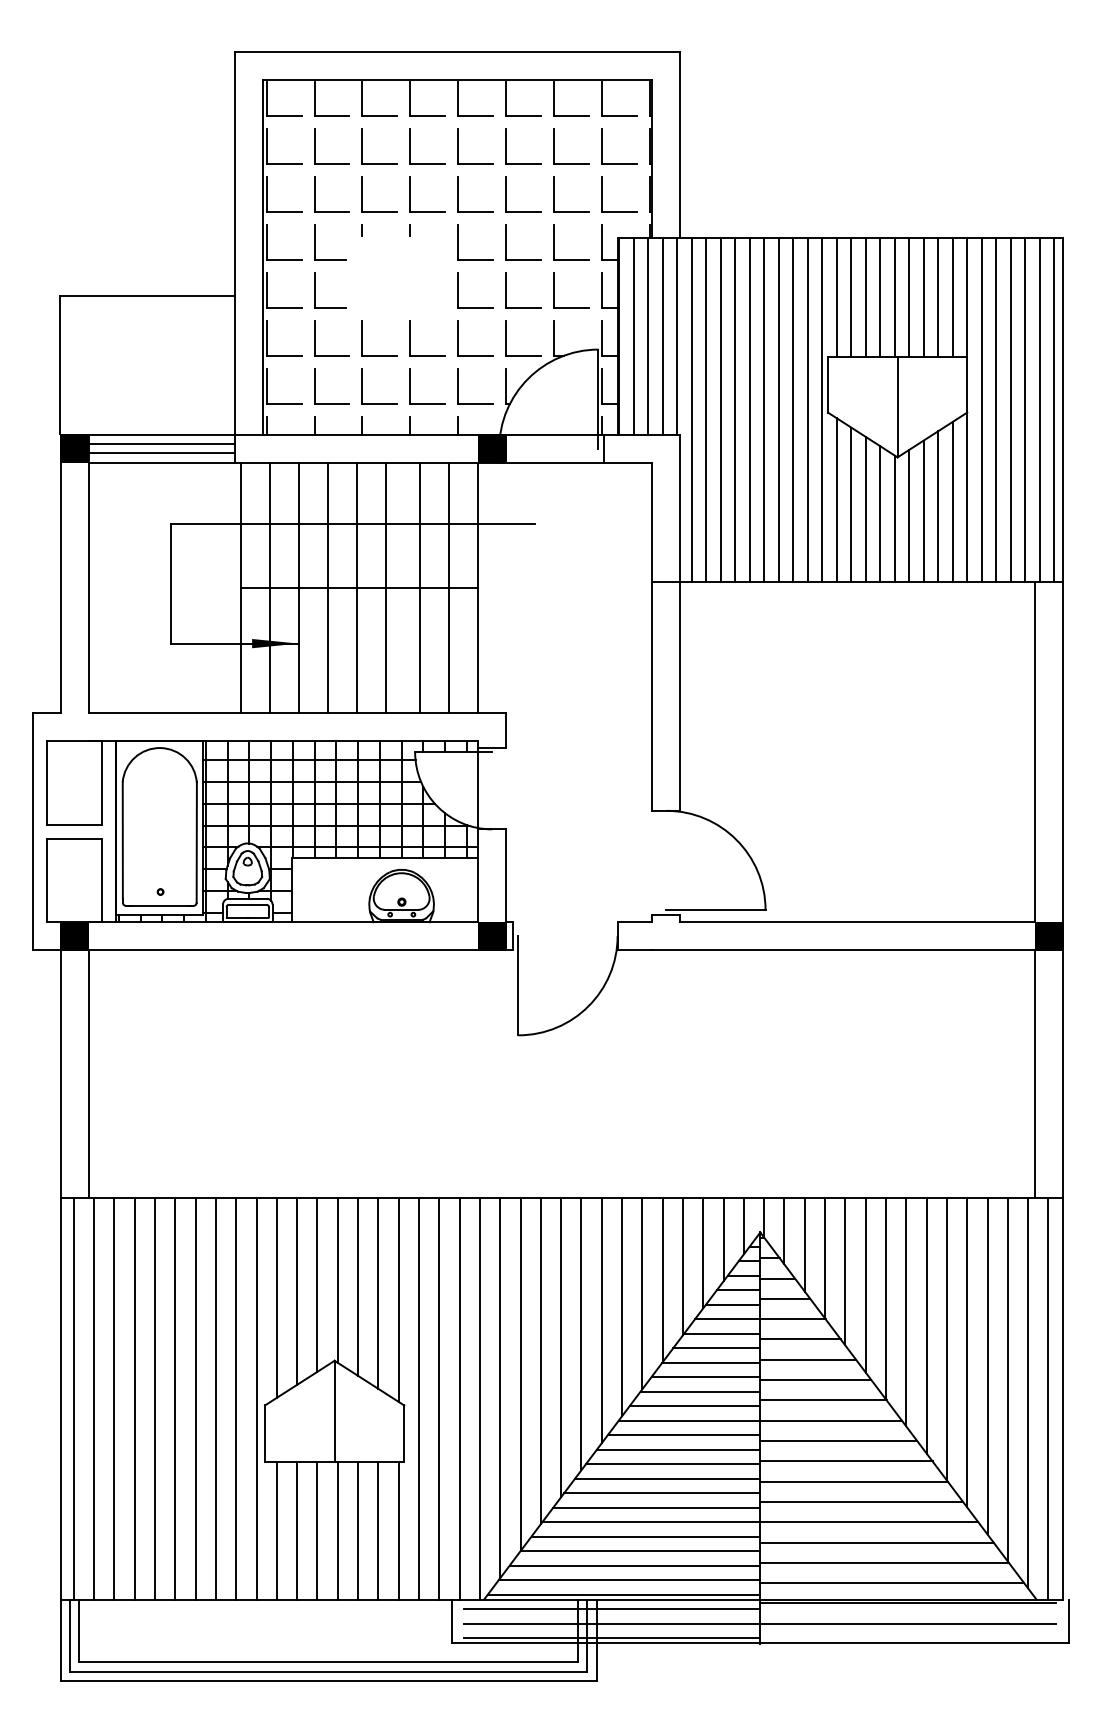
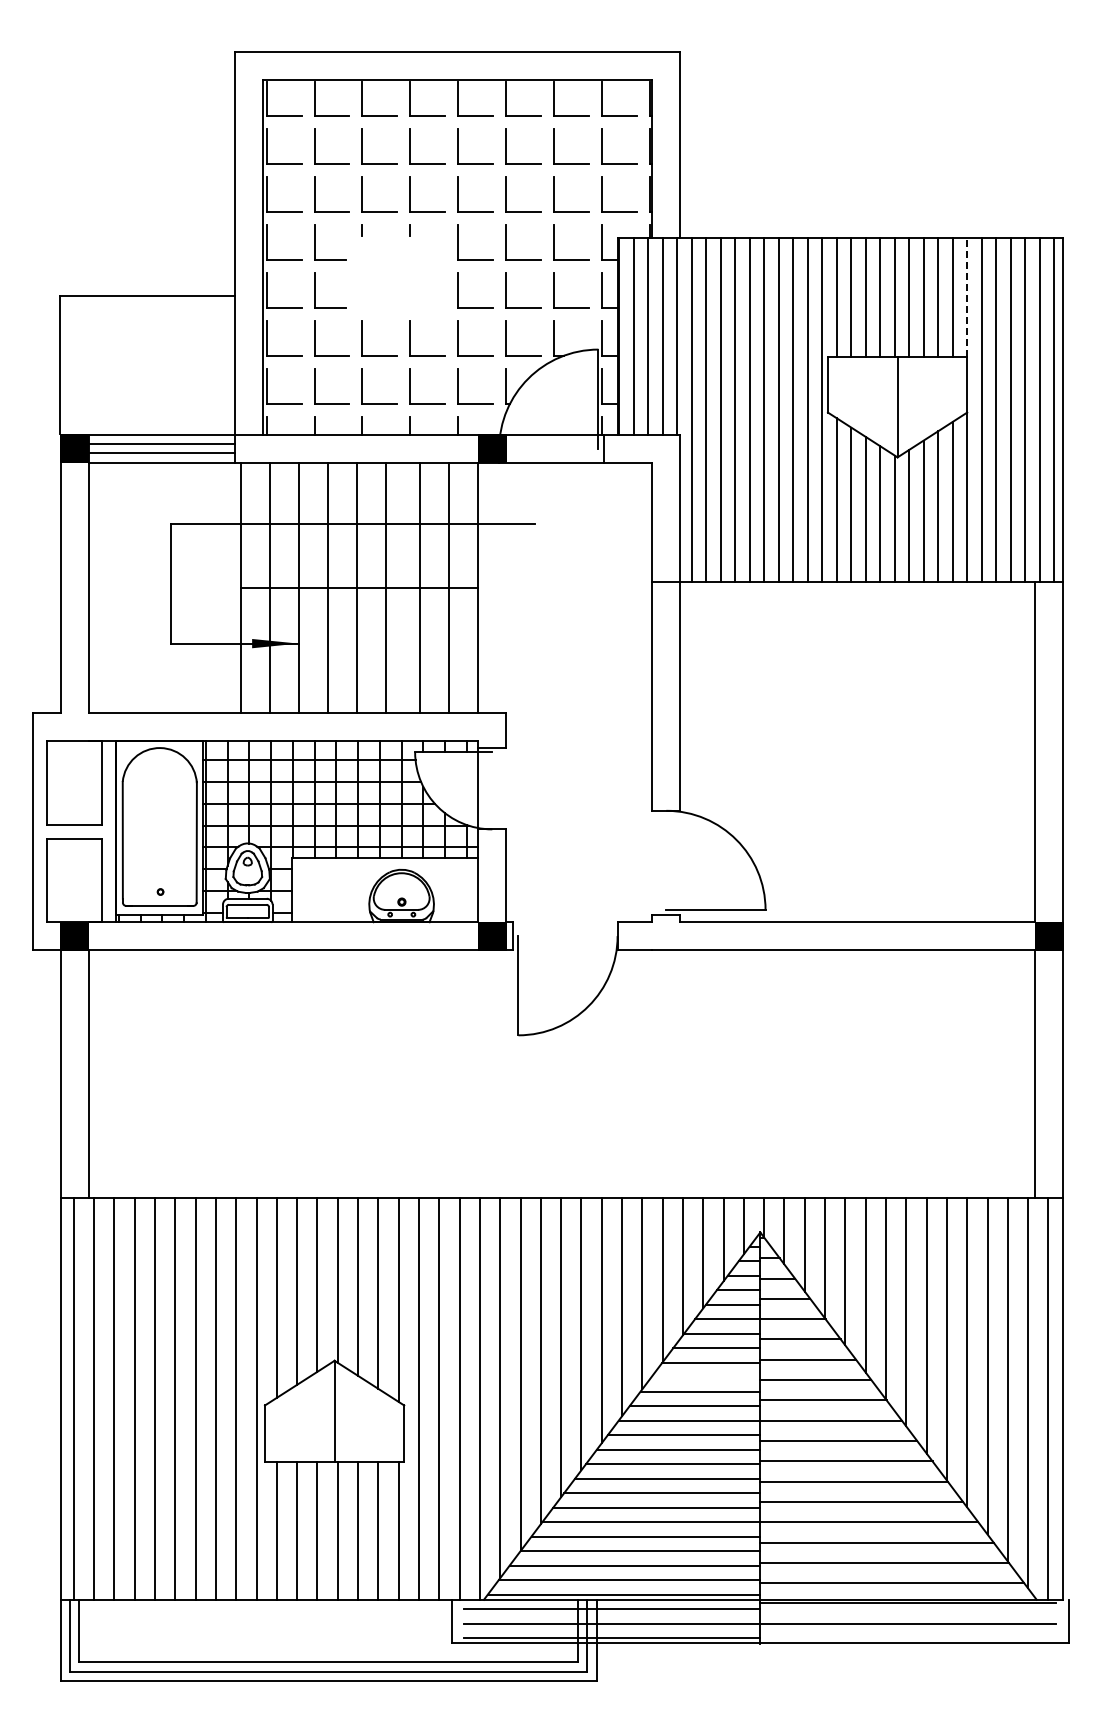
line at (967, 296): solid -> dashed
line at (705, 1377): present -> none
